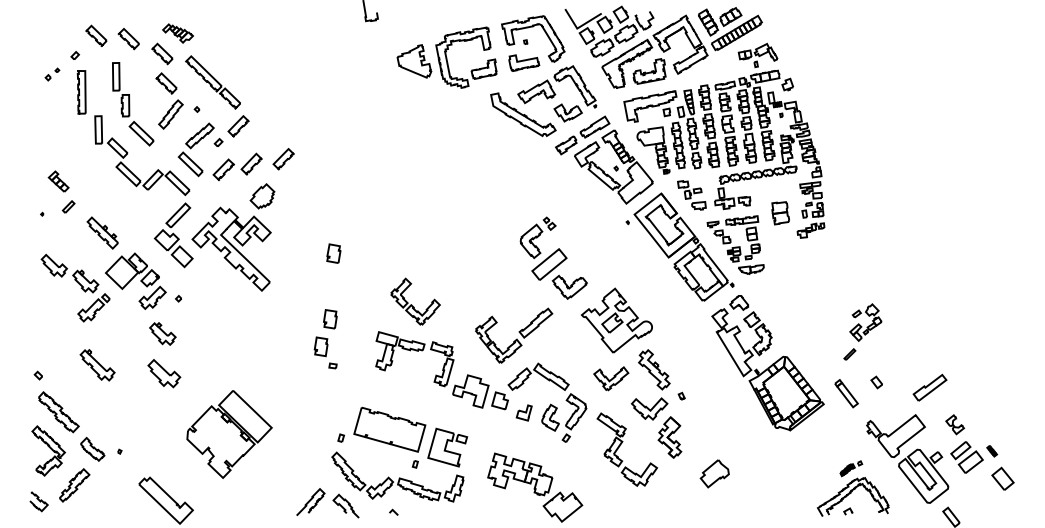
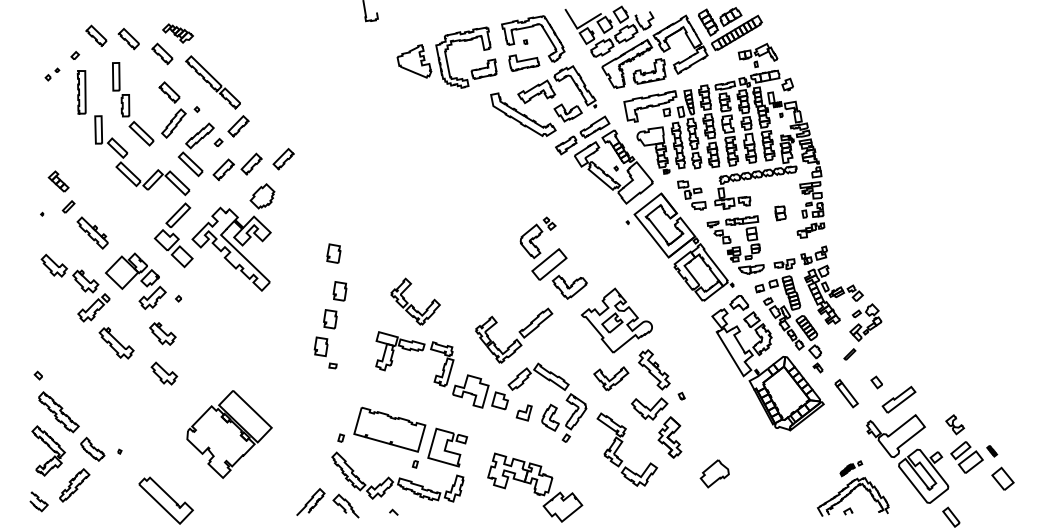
part at (169, 100) position: (169, 100) -> (172, 109)
part at (780, 213) size: 19x25 px -> 13x17 px
part at (102, 232) position: (102, 232) -> (92, 232)
part at (339, 291): none -> present
part at (804, 315): none -> present
part at (97, 365) position: (97, 365) -> (116, 343)
part at (164, 373) size: 35x30 px -> 29x25 px
part at (929, 387) position: (929, 387) -> (898, 399)
